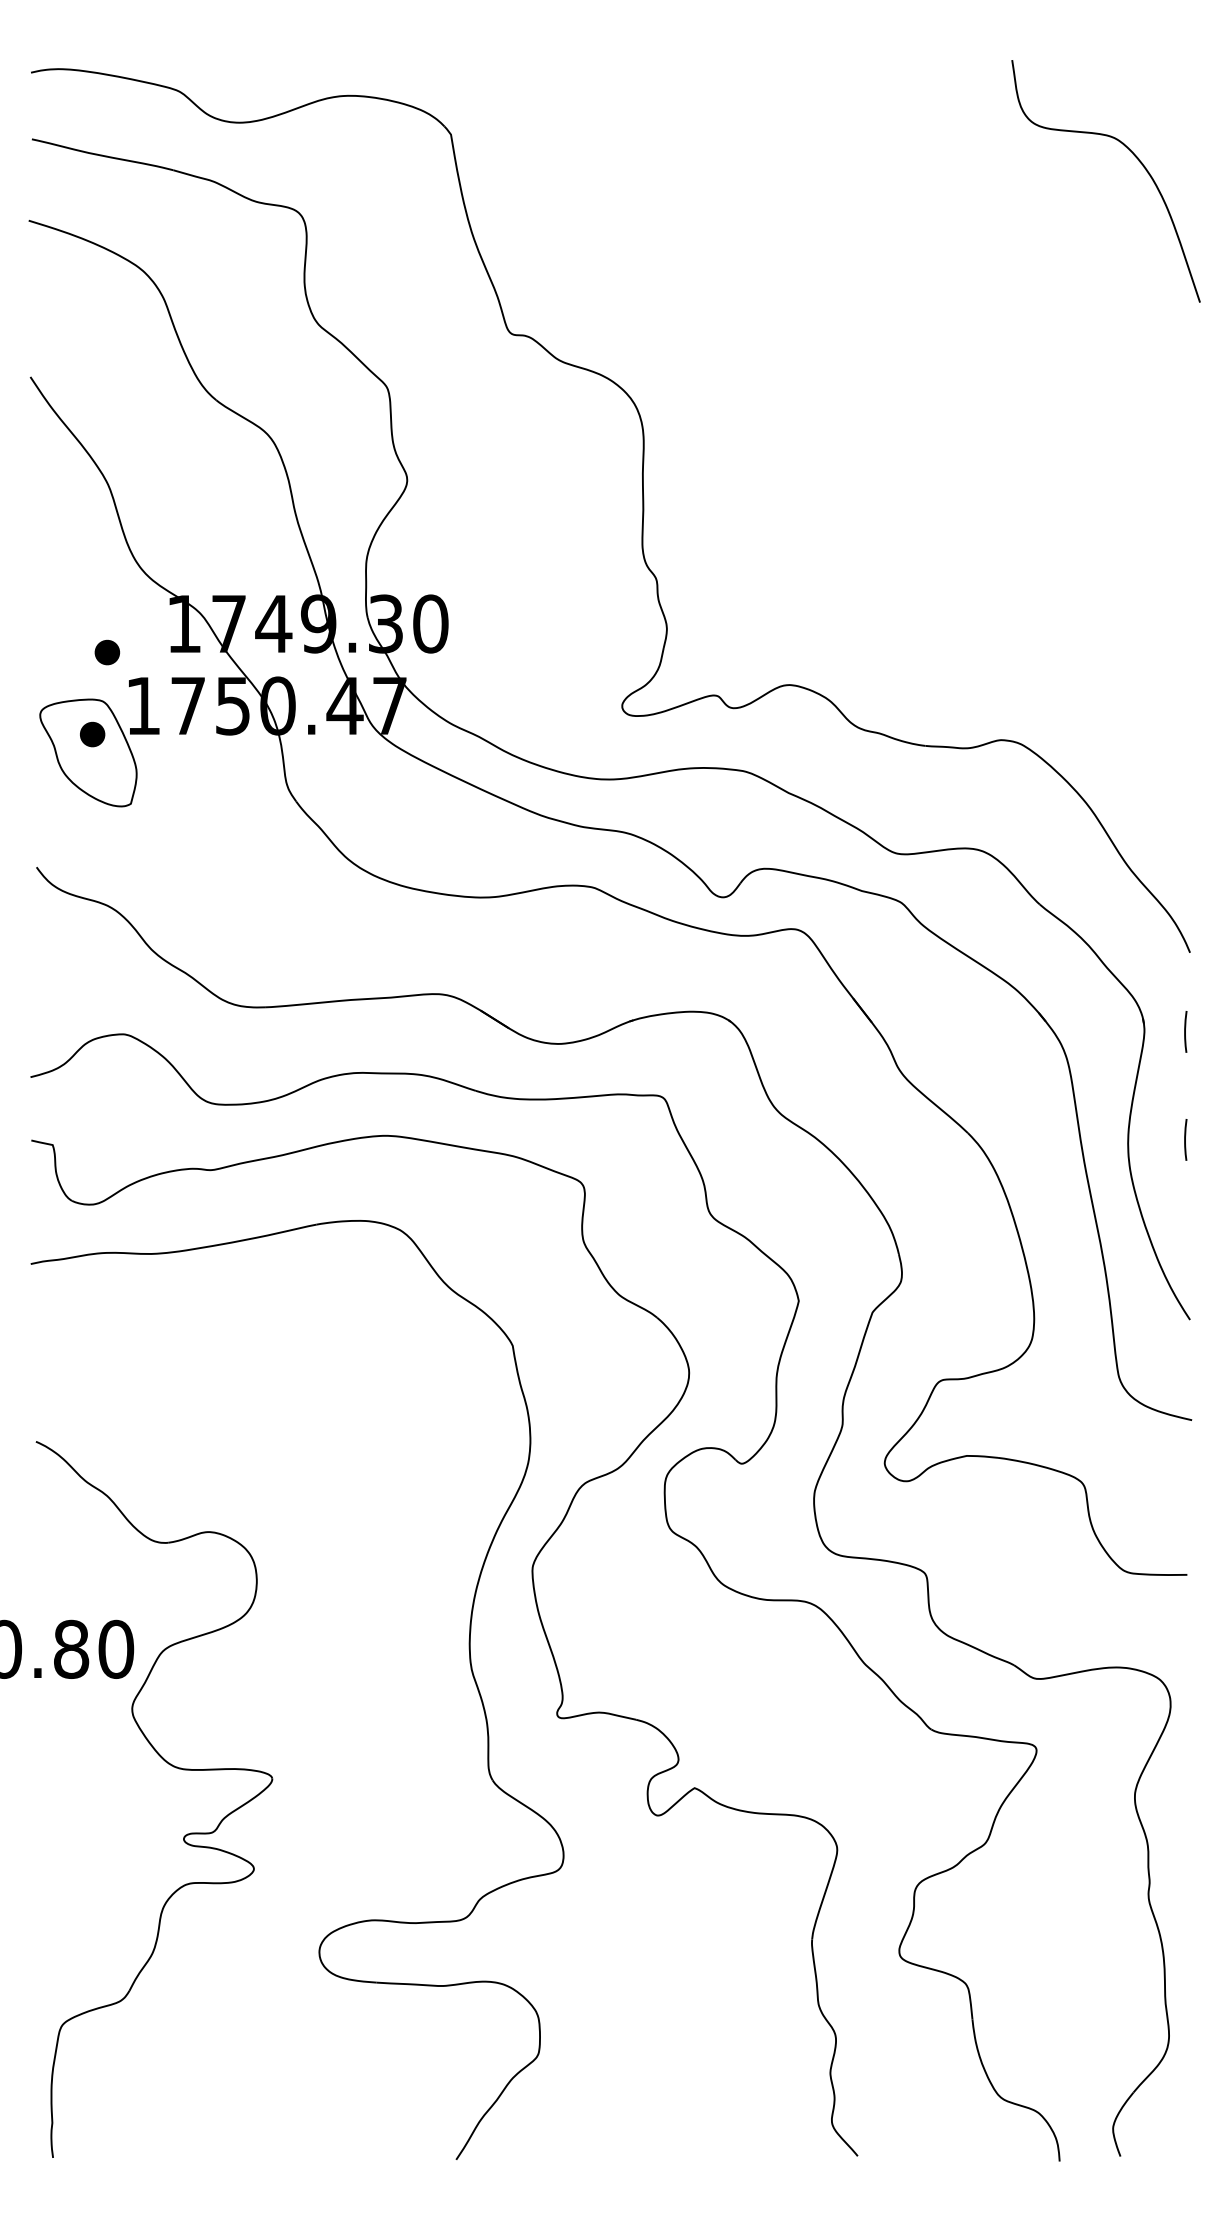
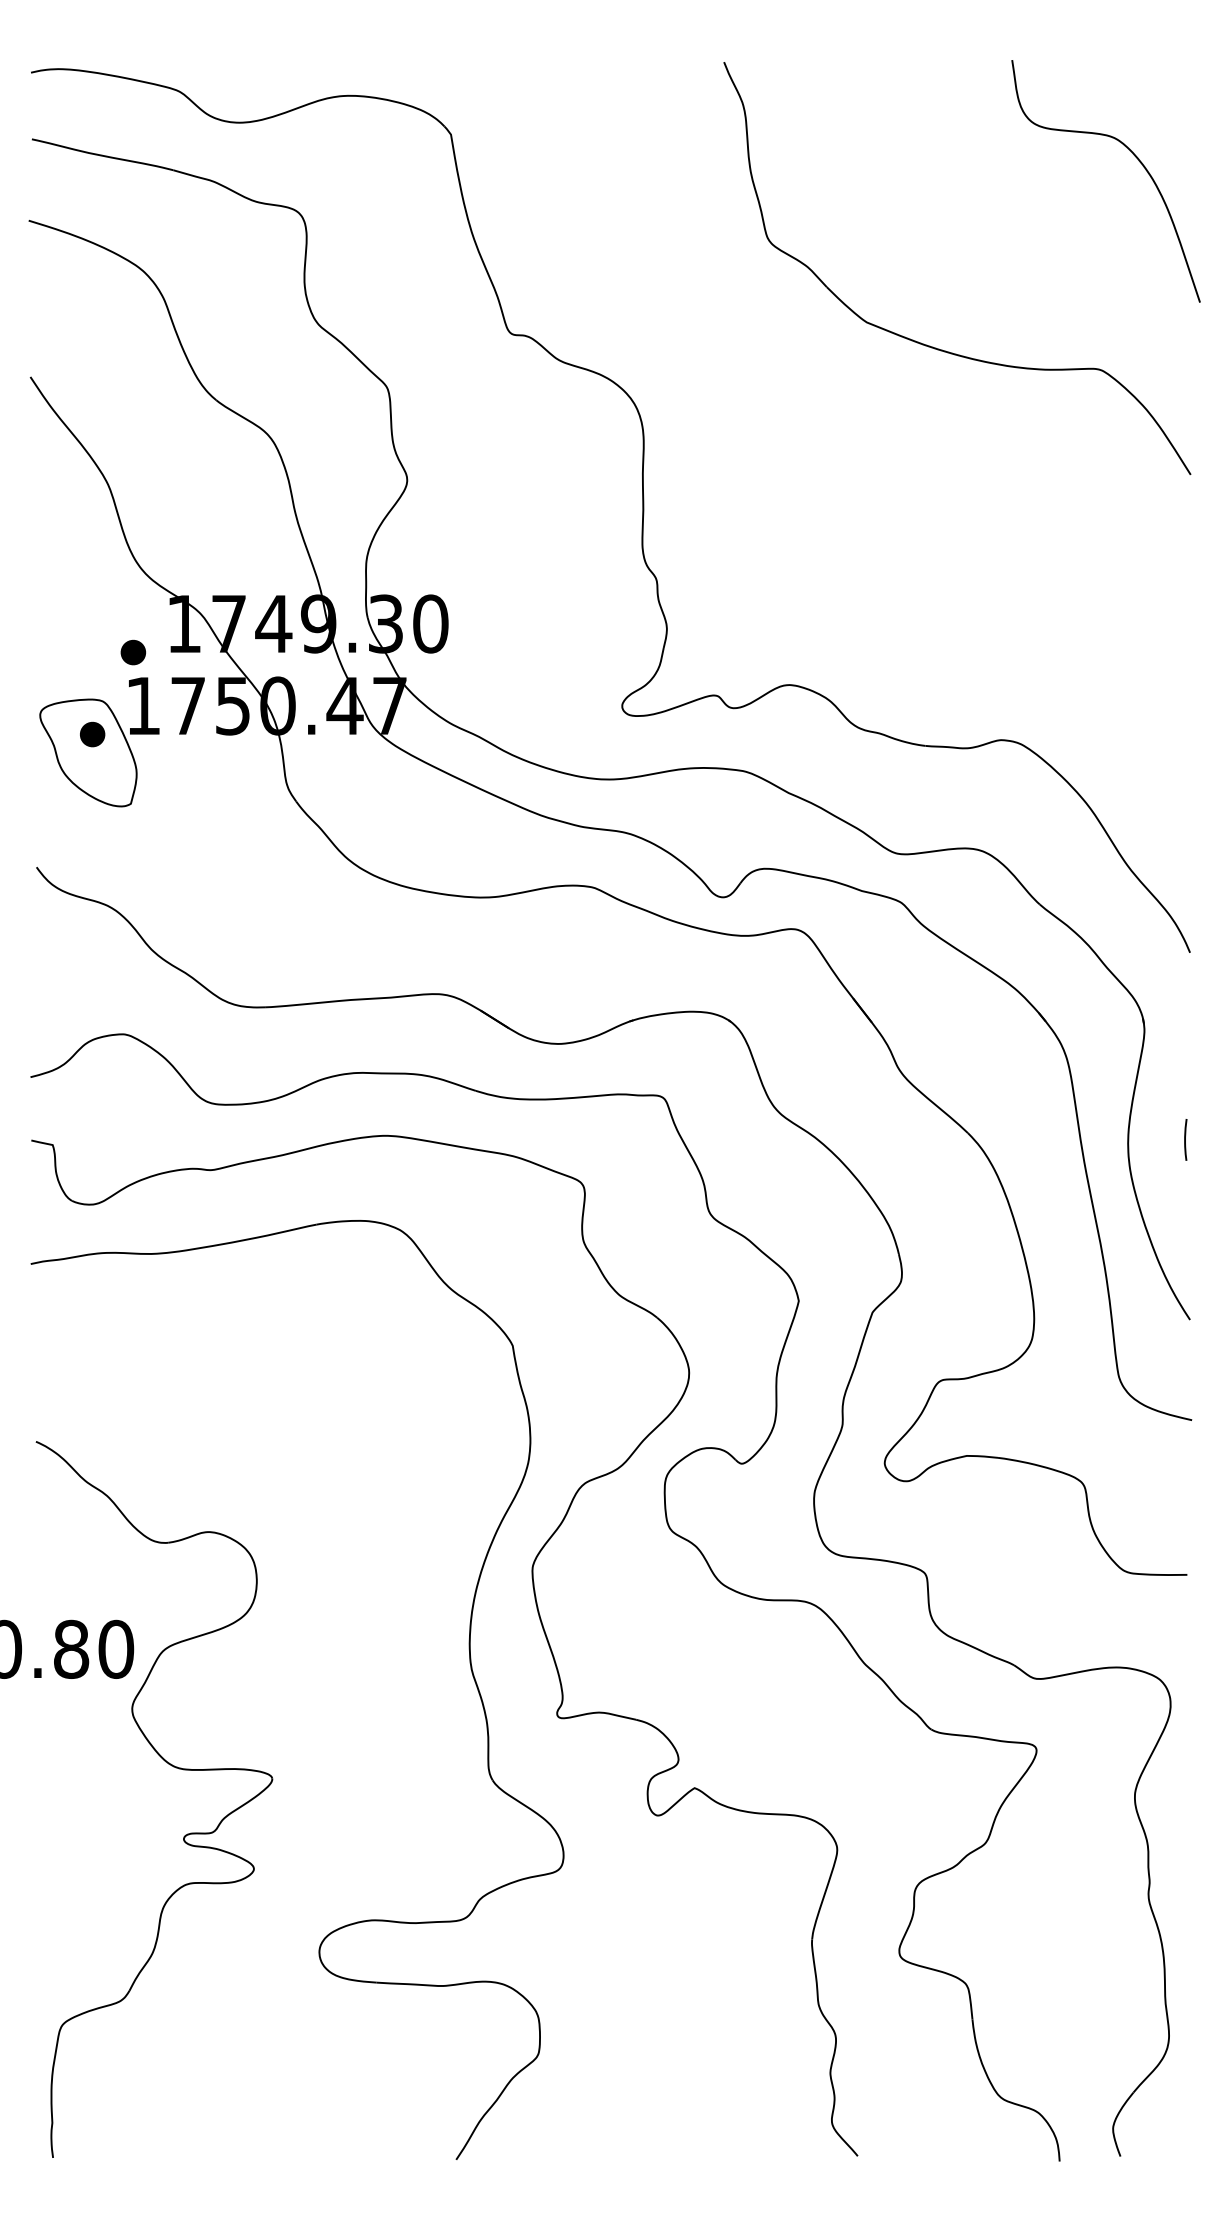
part at (936, 347): none -> present
part at (107, 652) position: (107, 652) -> (133, 652)
line at (1185, 1031): present -> none
